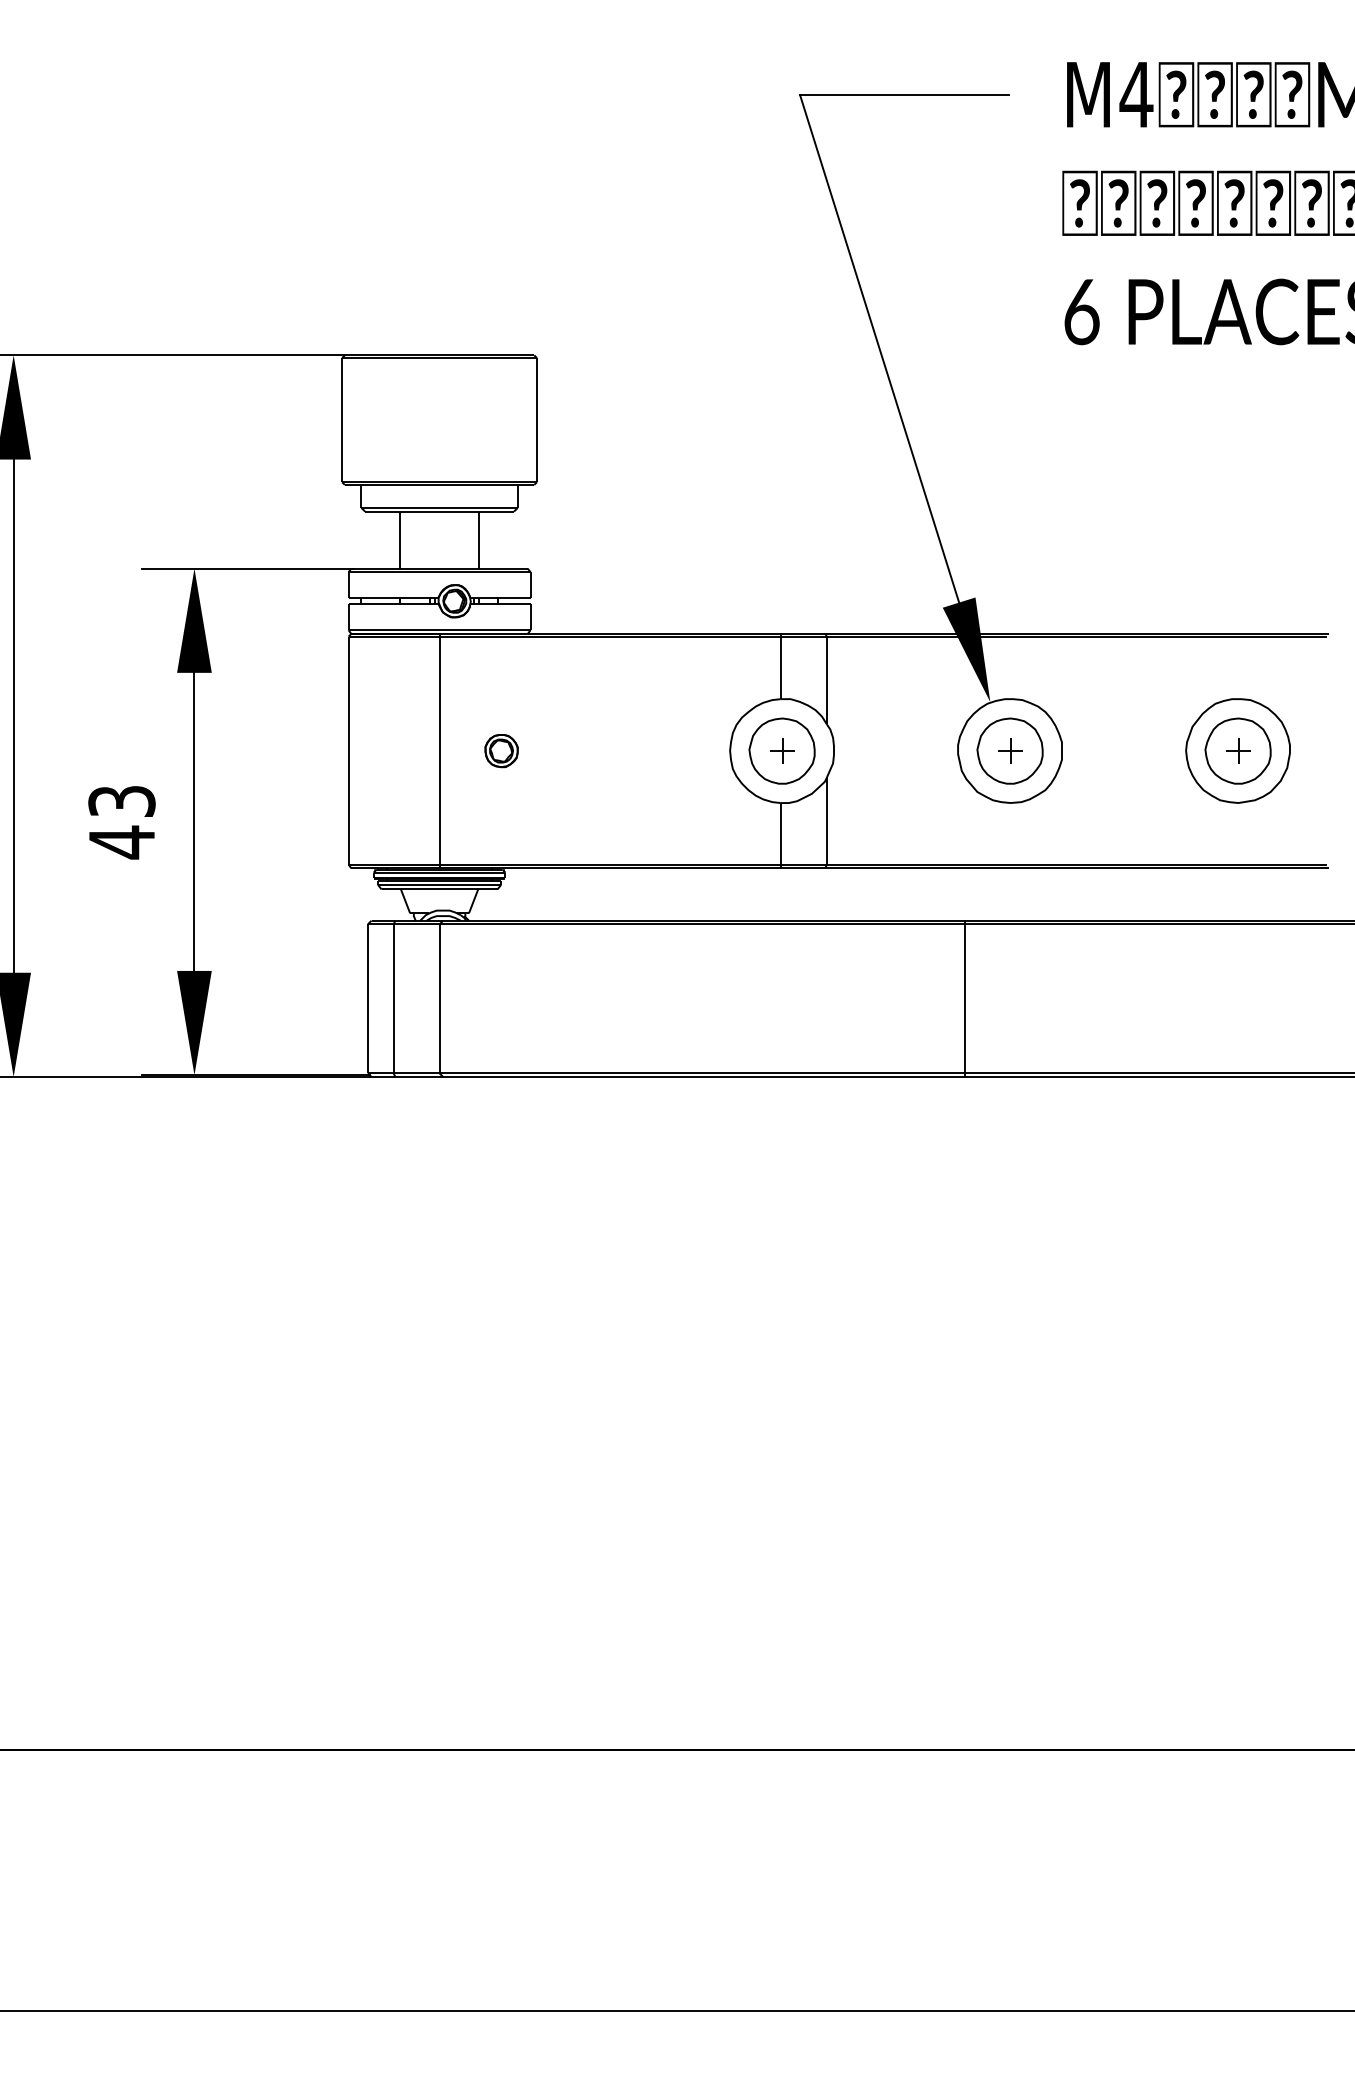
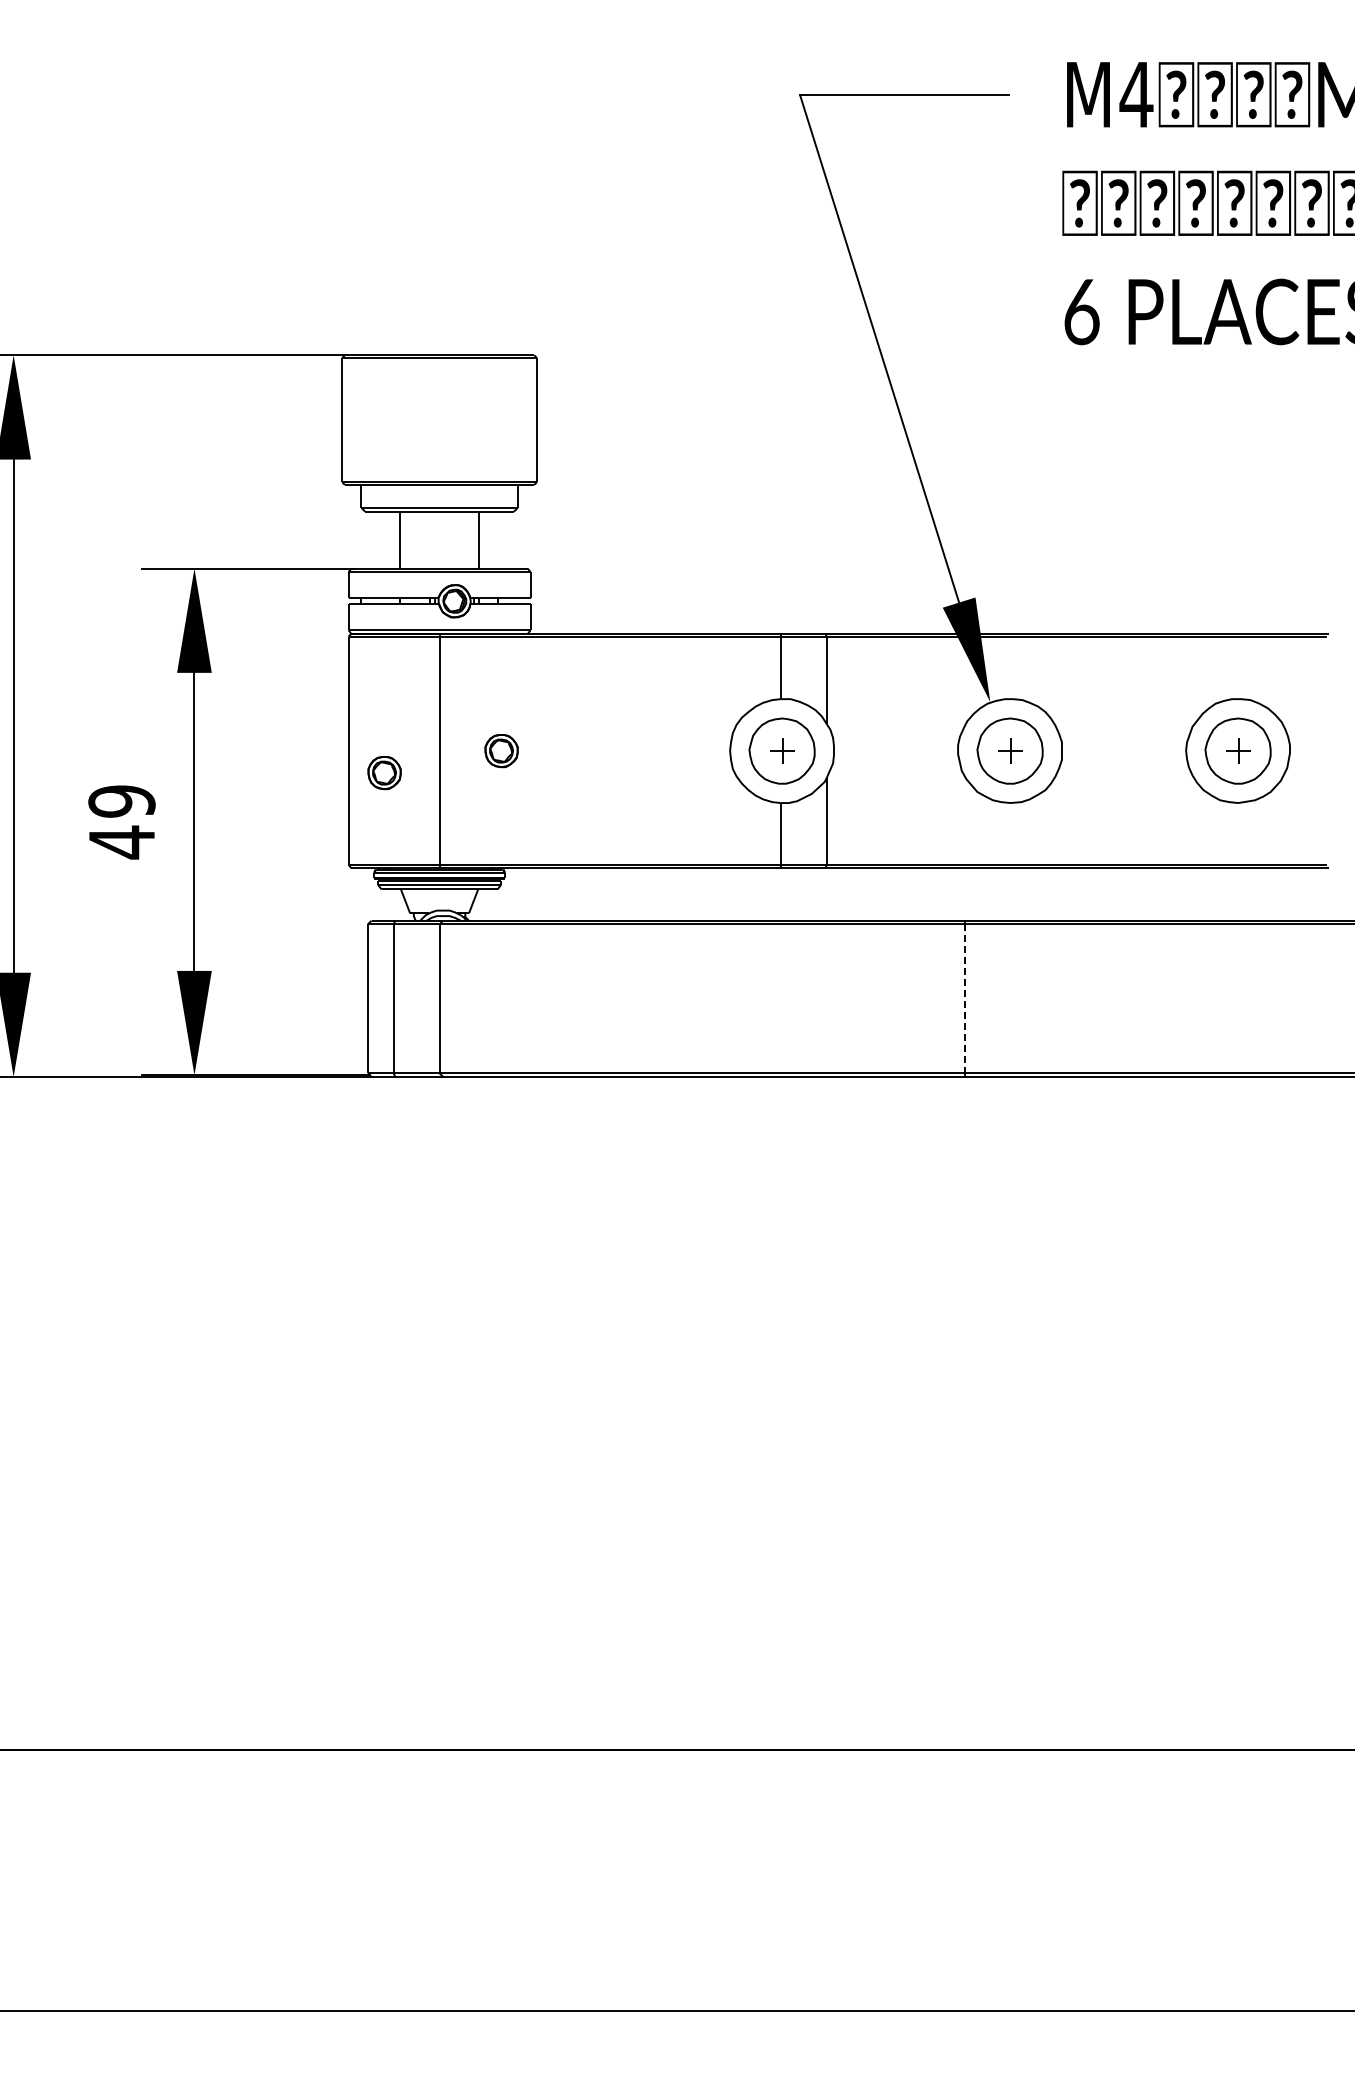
part at (384, 773): none -> present
text at (121, 801): 43 -> 49
line at (964, 999): solid -> dashed
